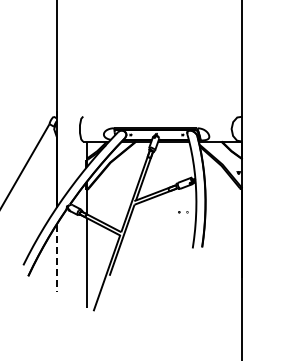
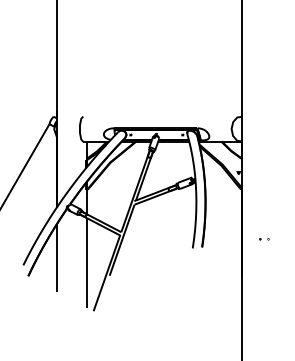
part at (183, 212) position: (183, 212) -> (264, 239)
line at (56, 258): dashed -> solid
